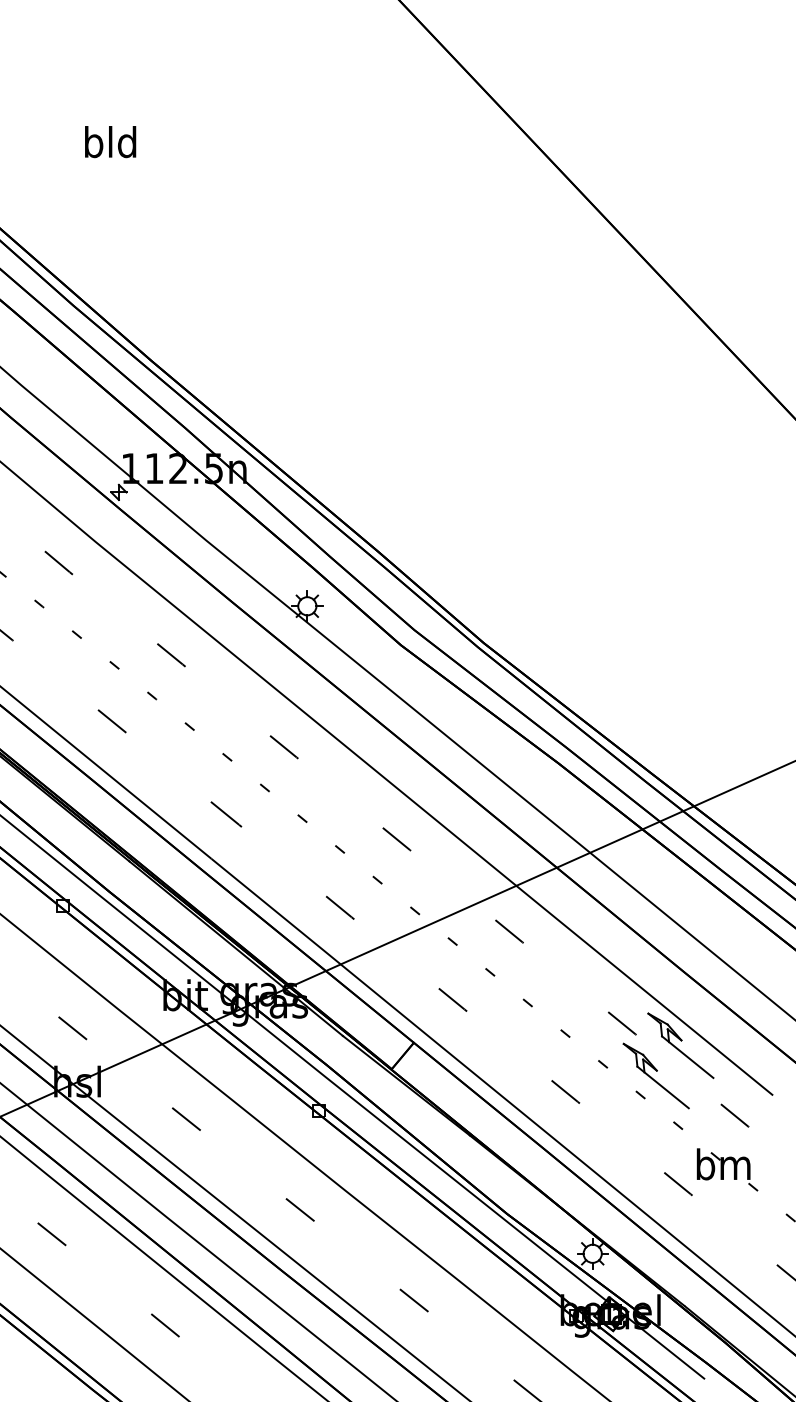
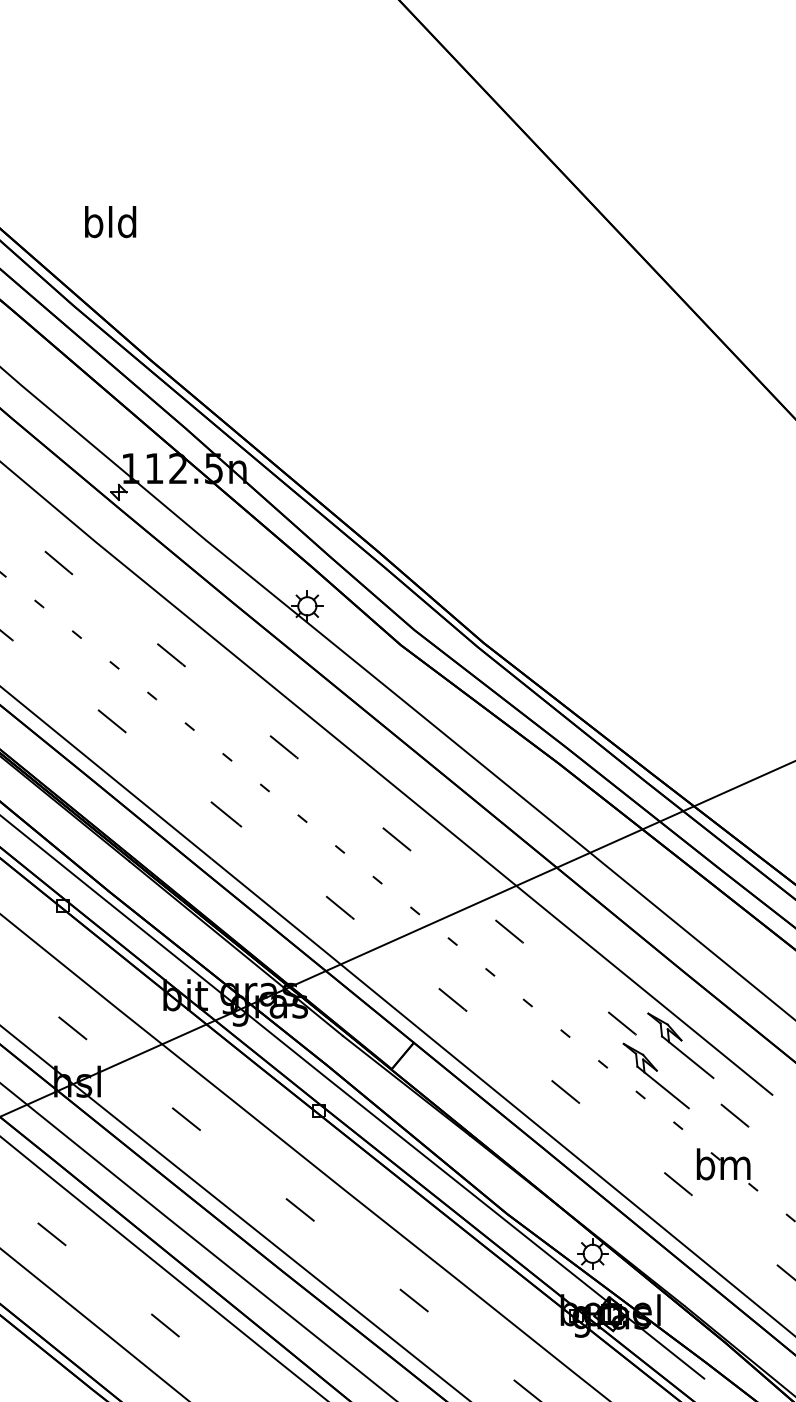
text at (110, 142) position: (110, 142) -> (110, 222)
